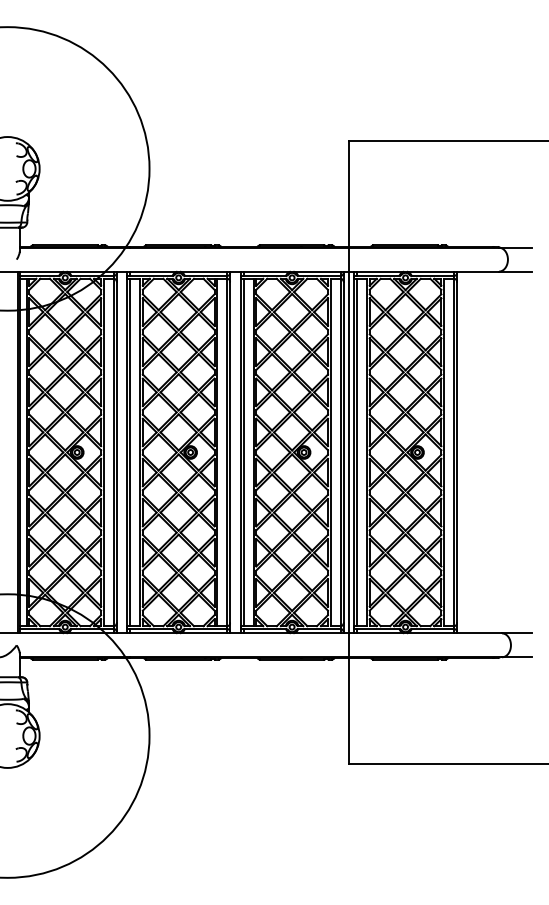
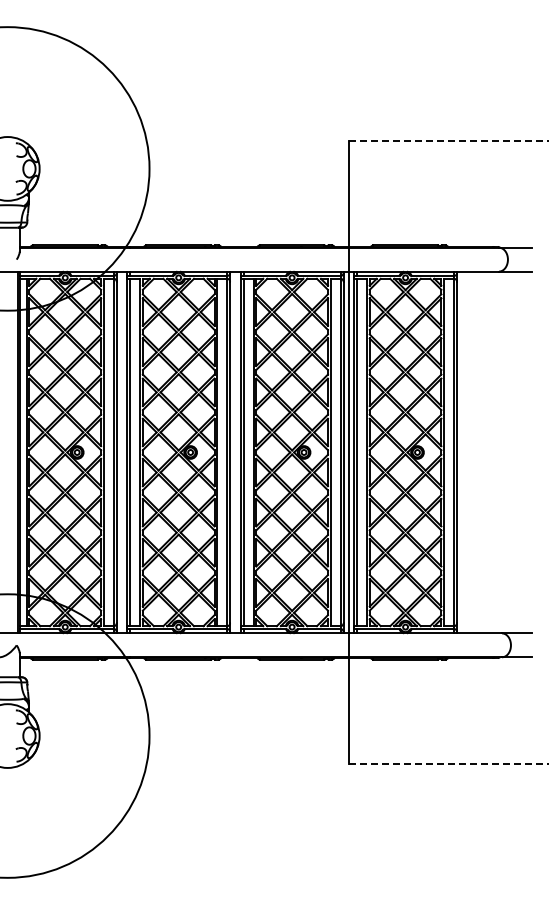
line at (449, 140): solid -> dashed
line at (449, 764): solid -> dashed
